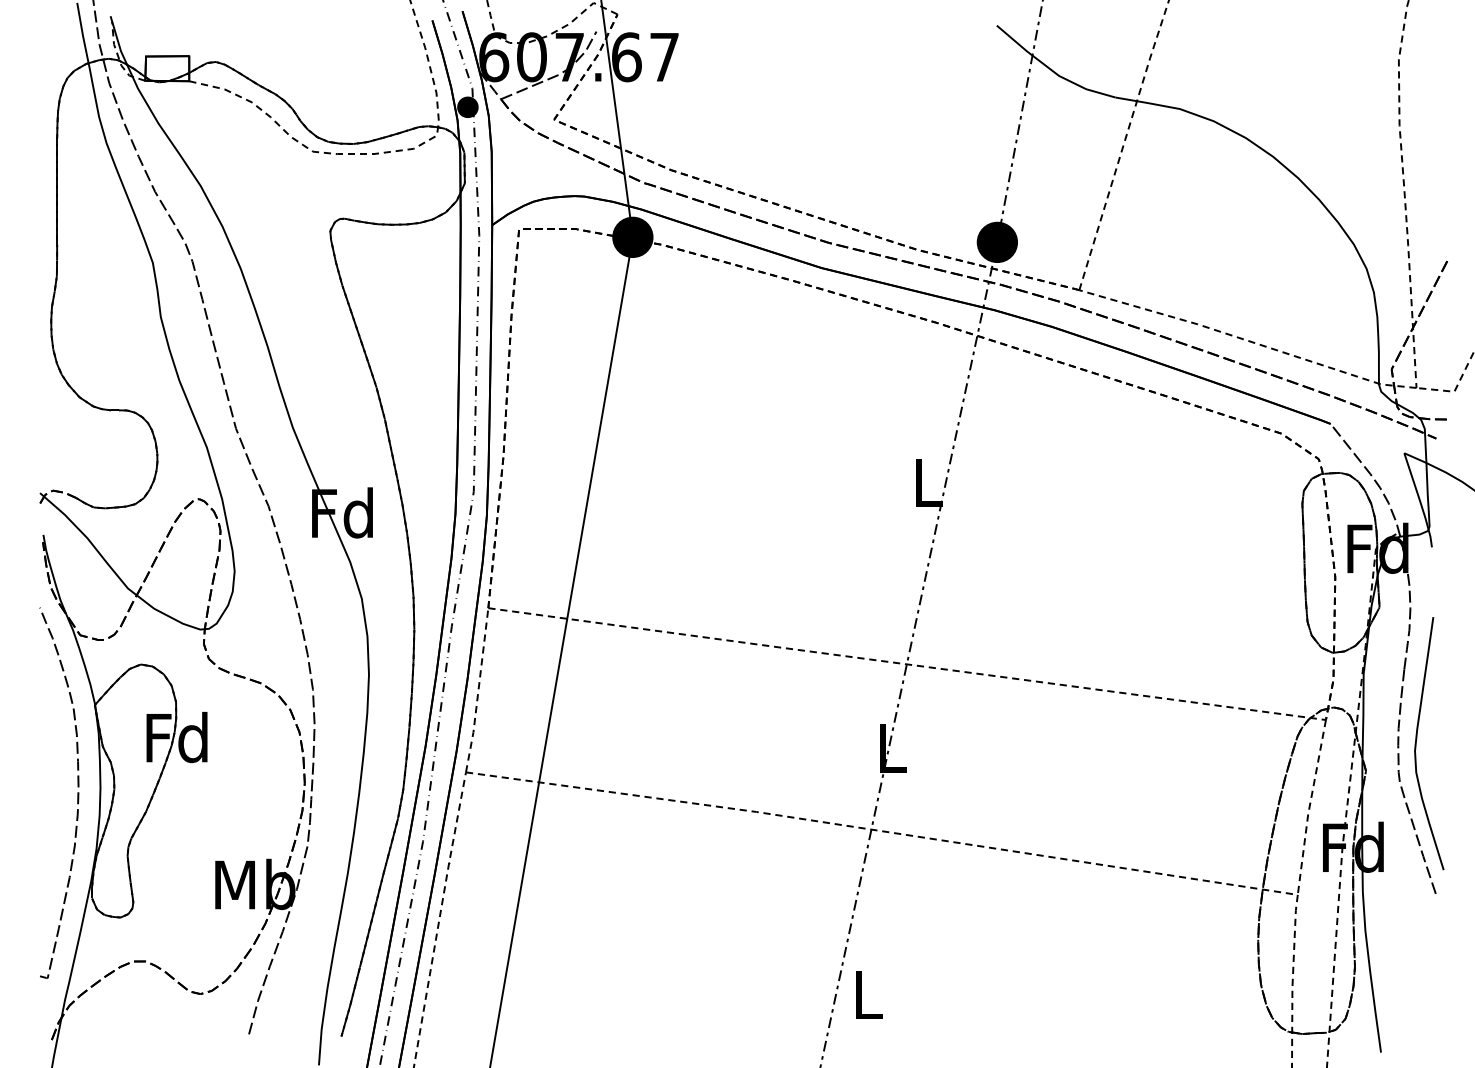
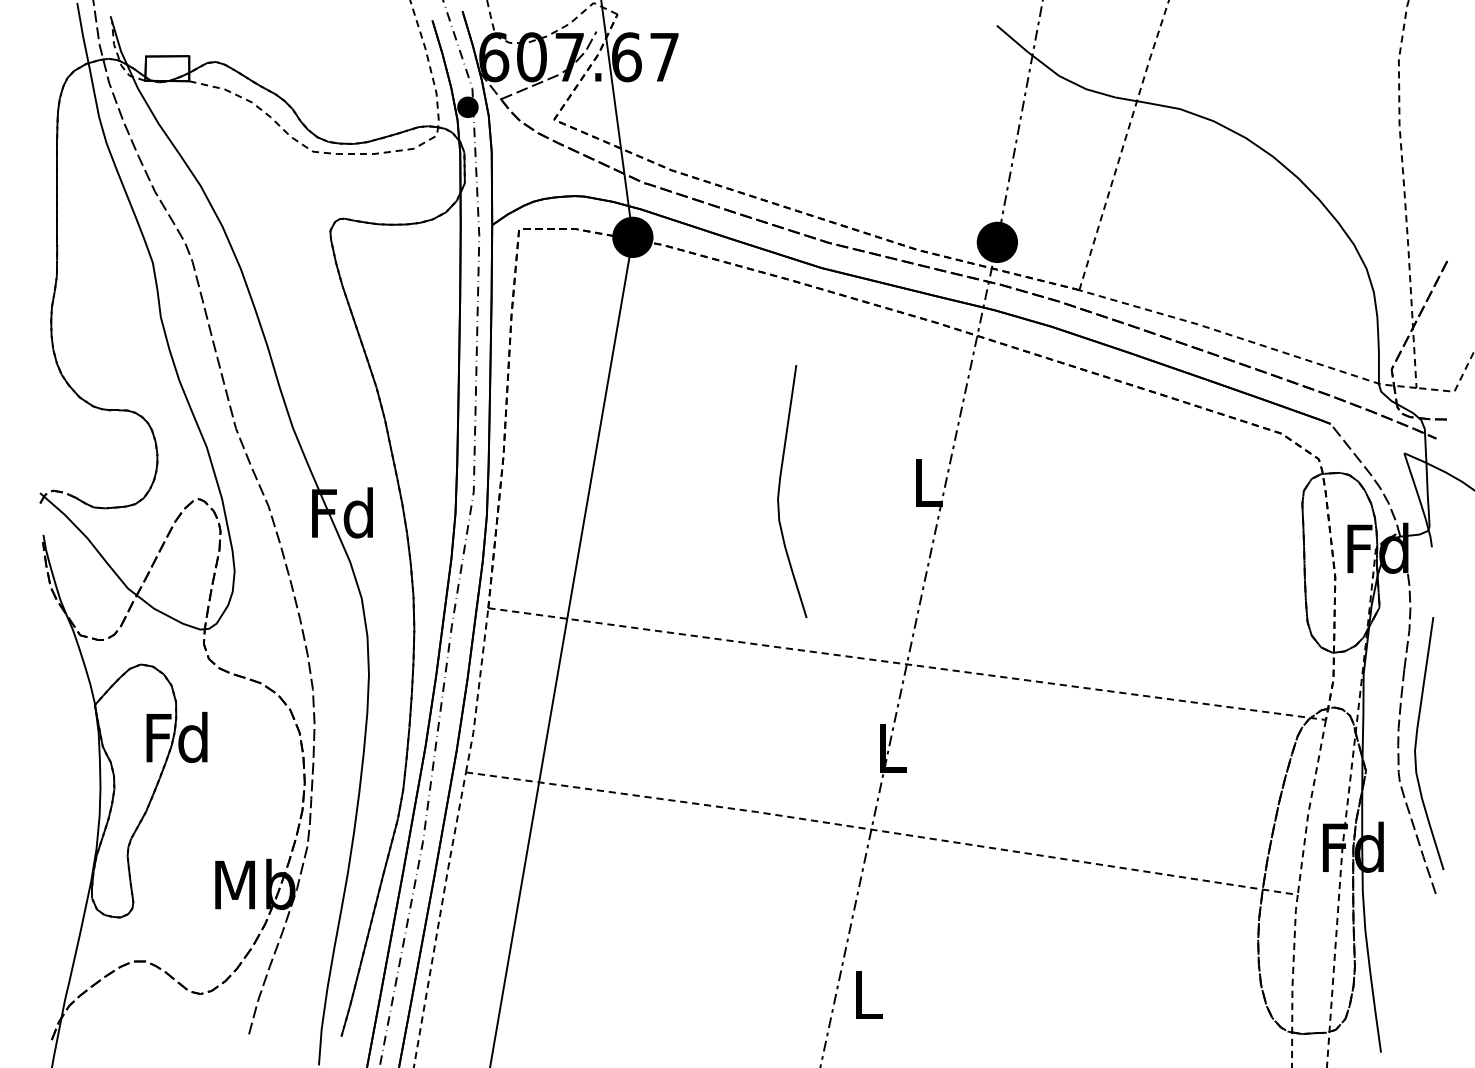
curve at (780, 487): none -> present
curve at (77, 792): present -> none
